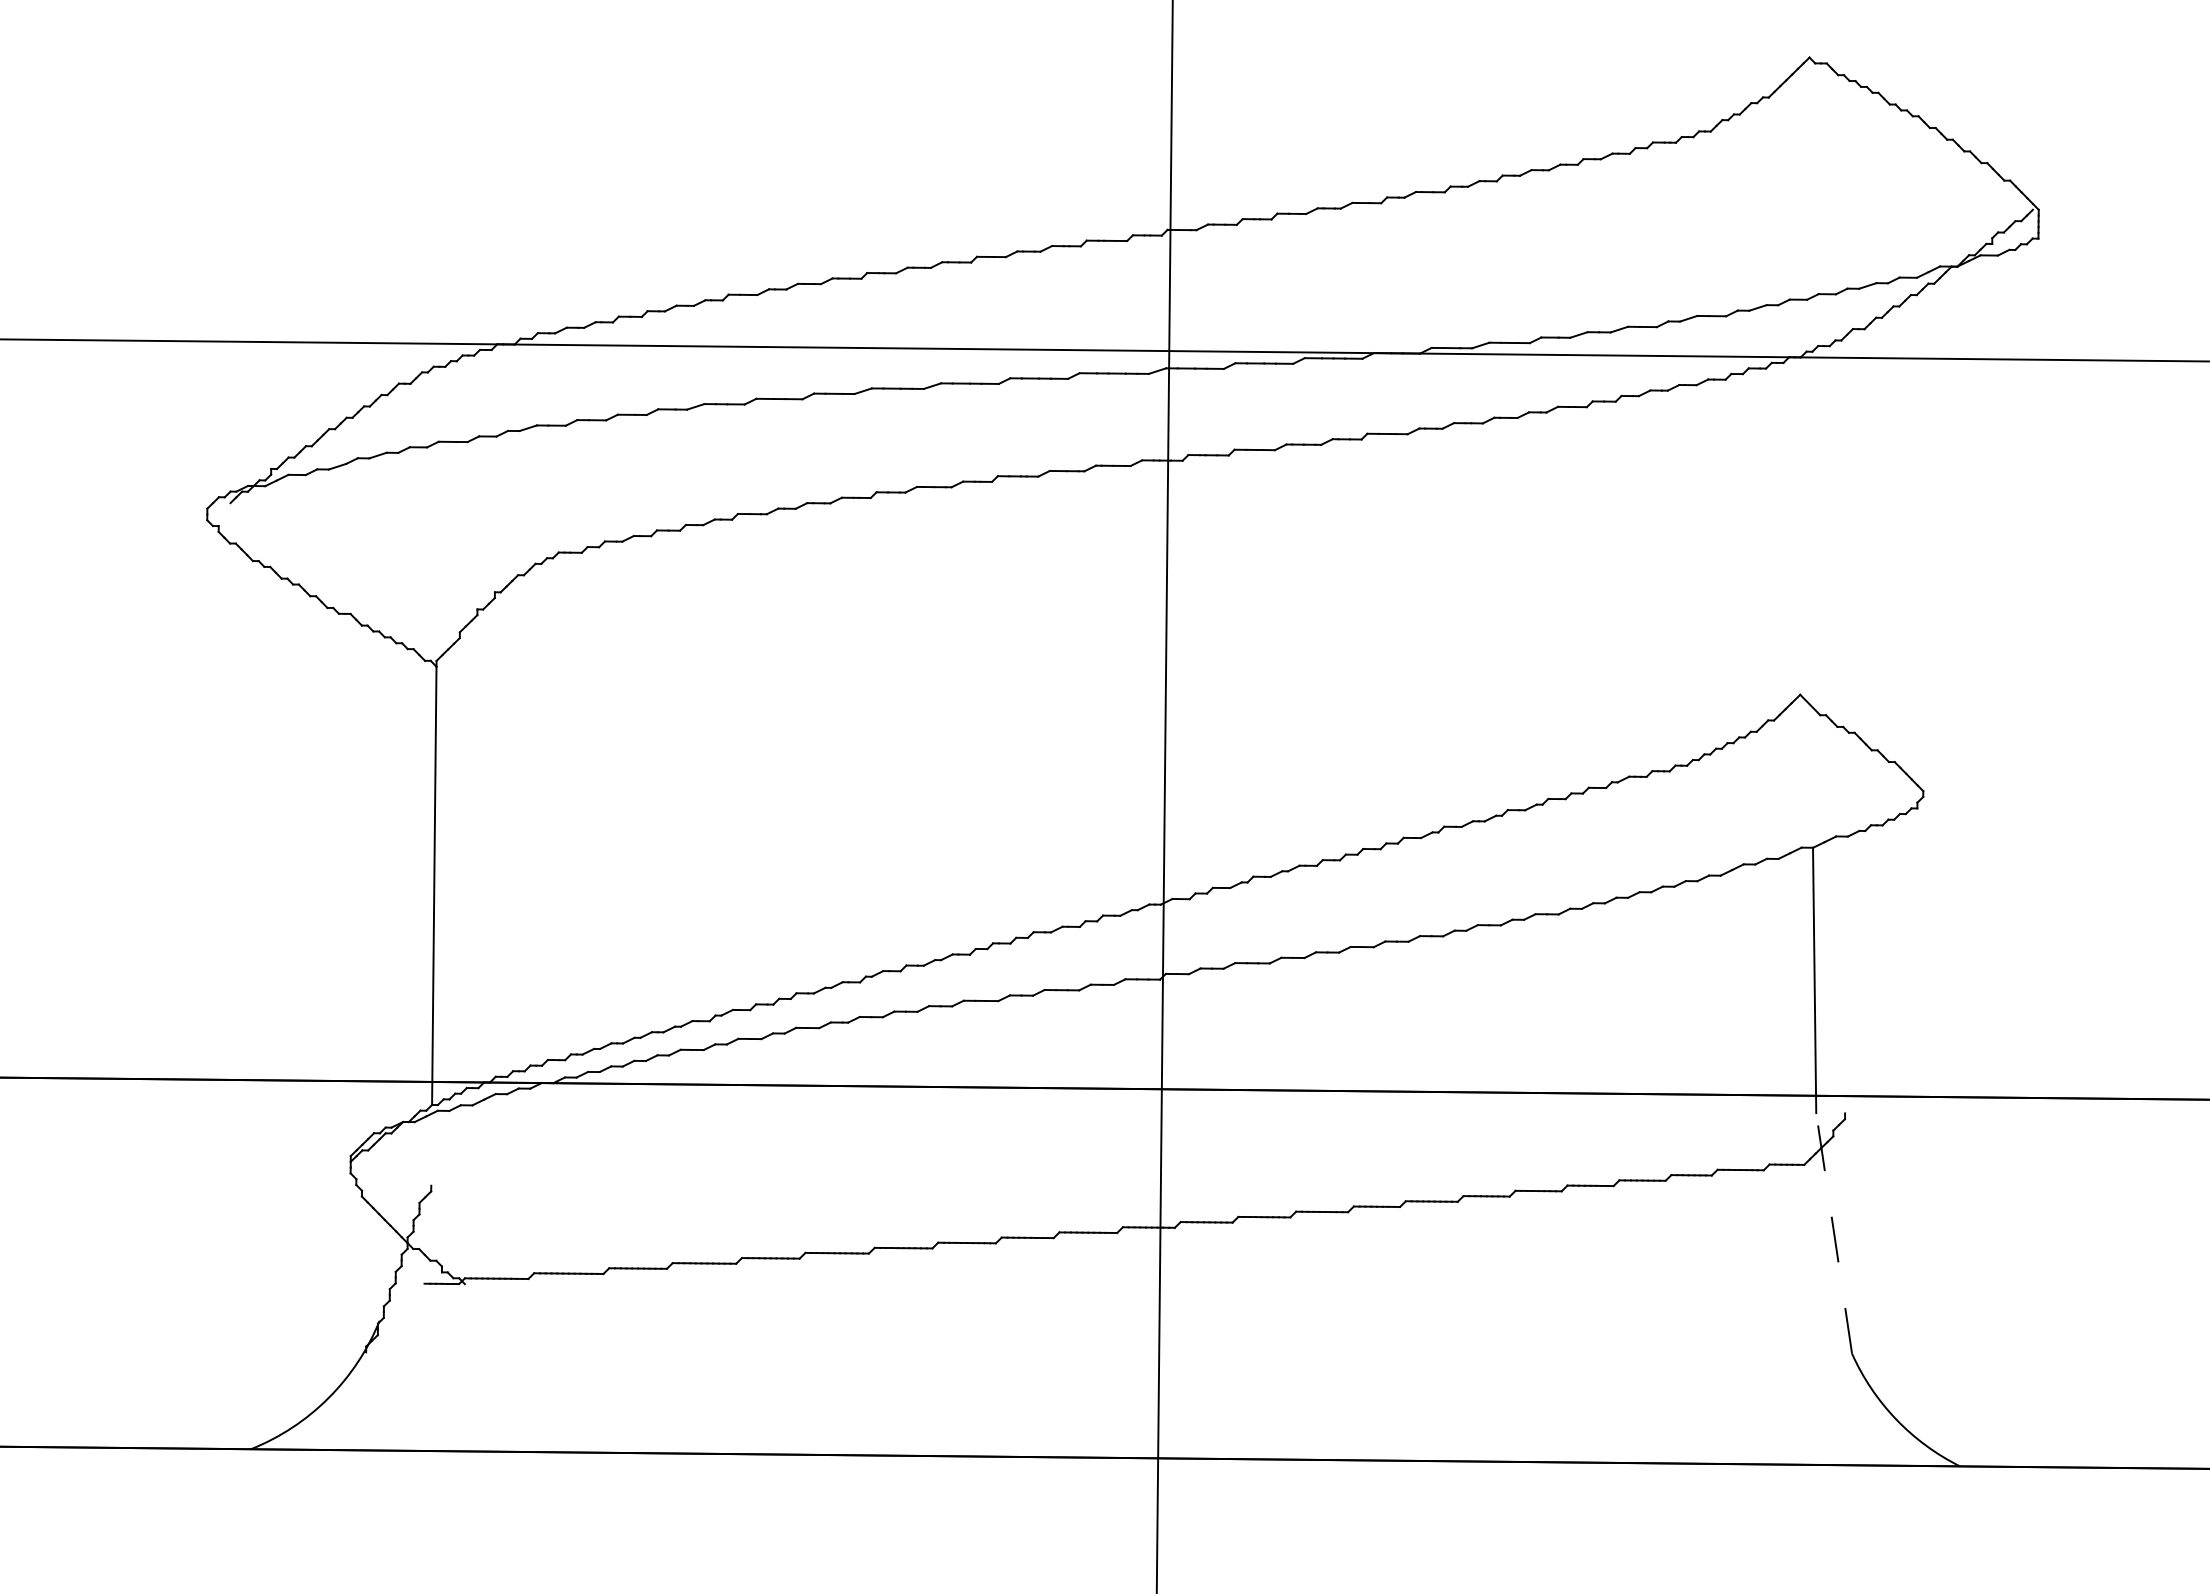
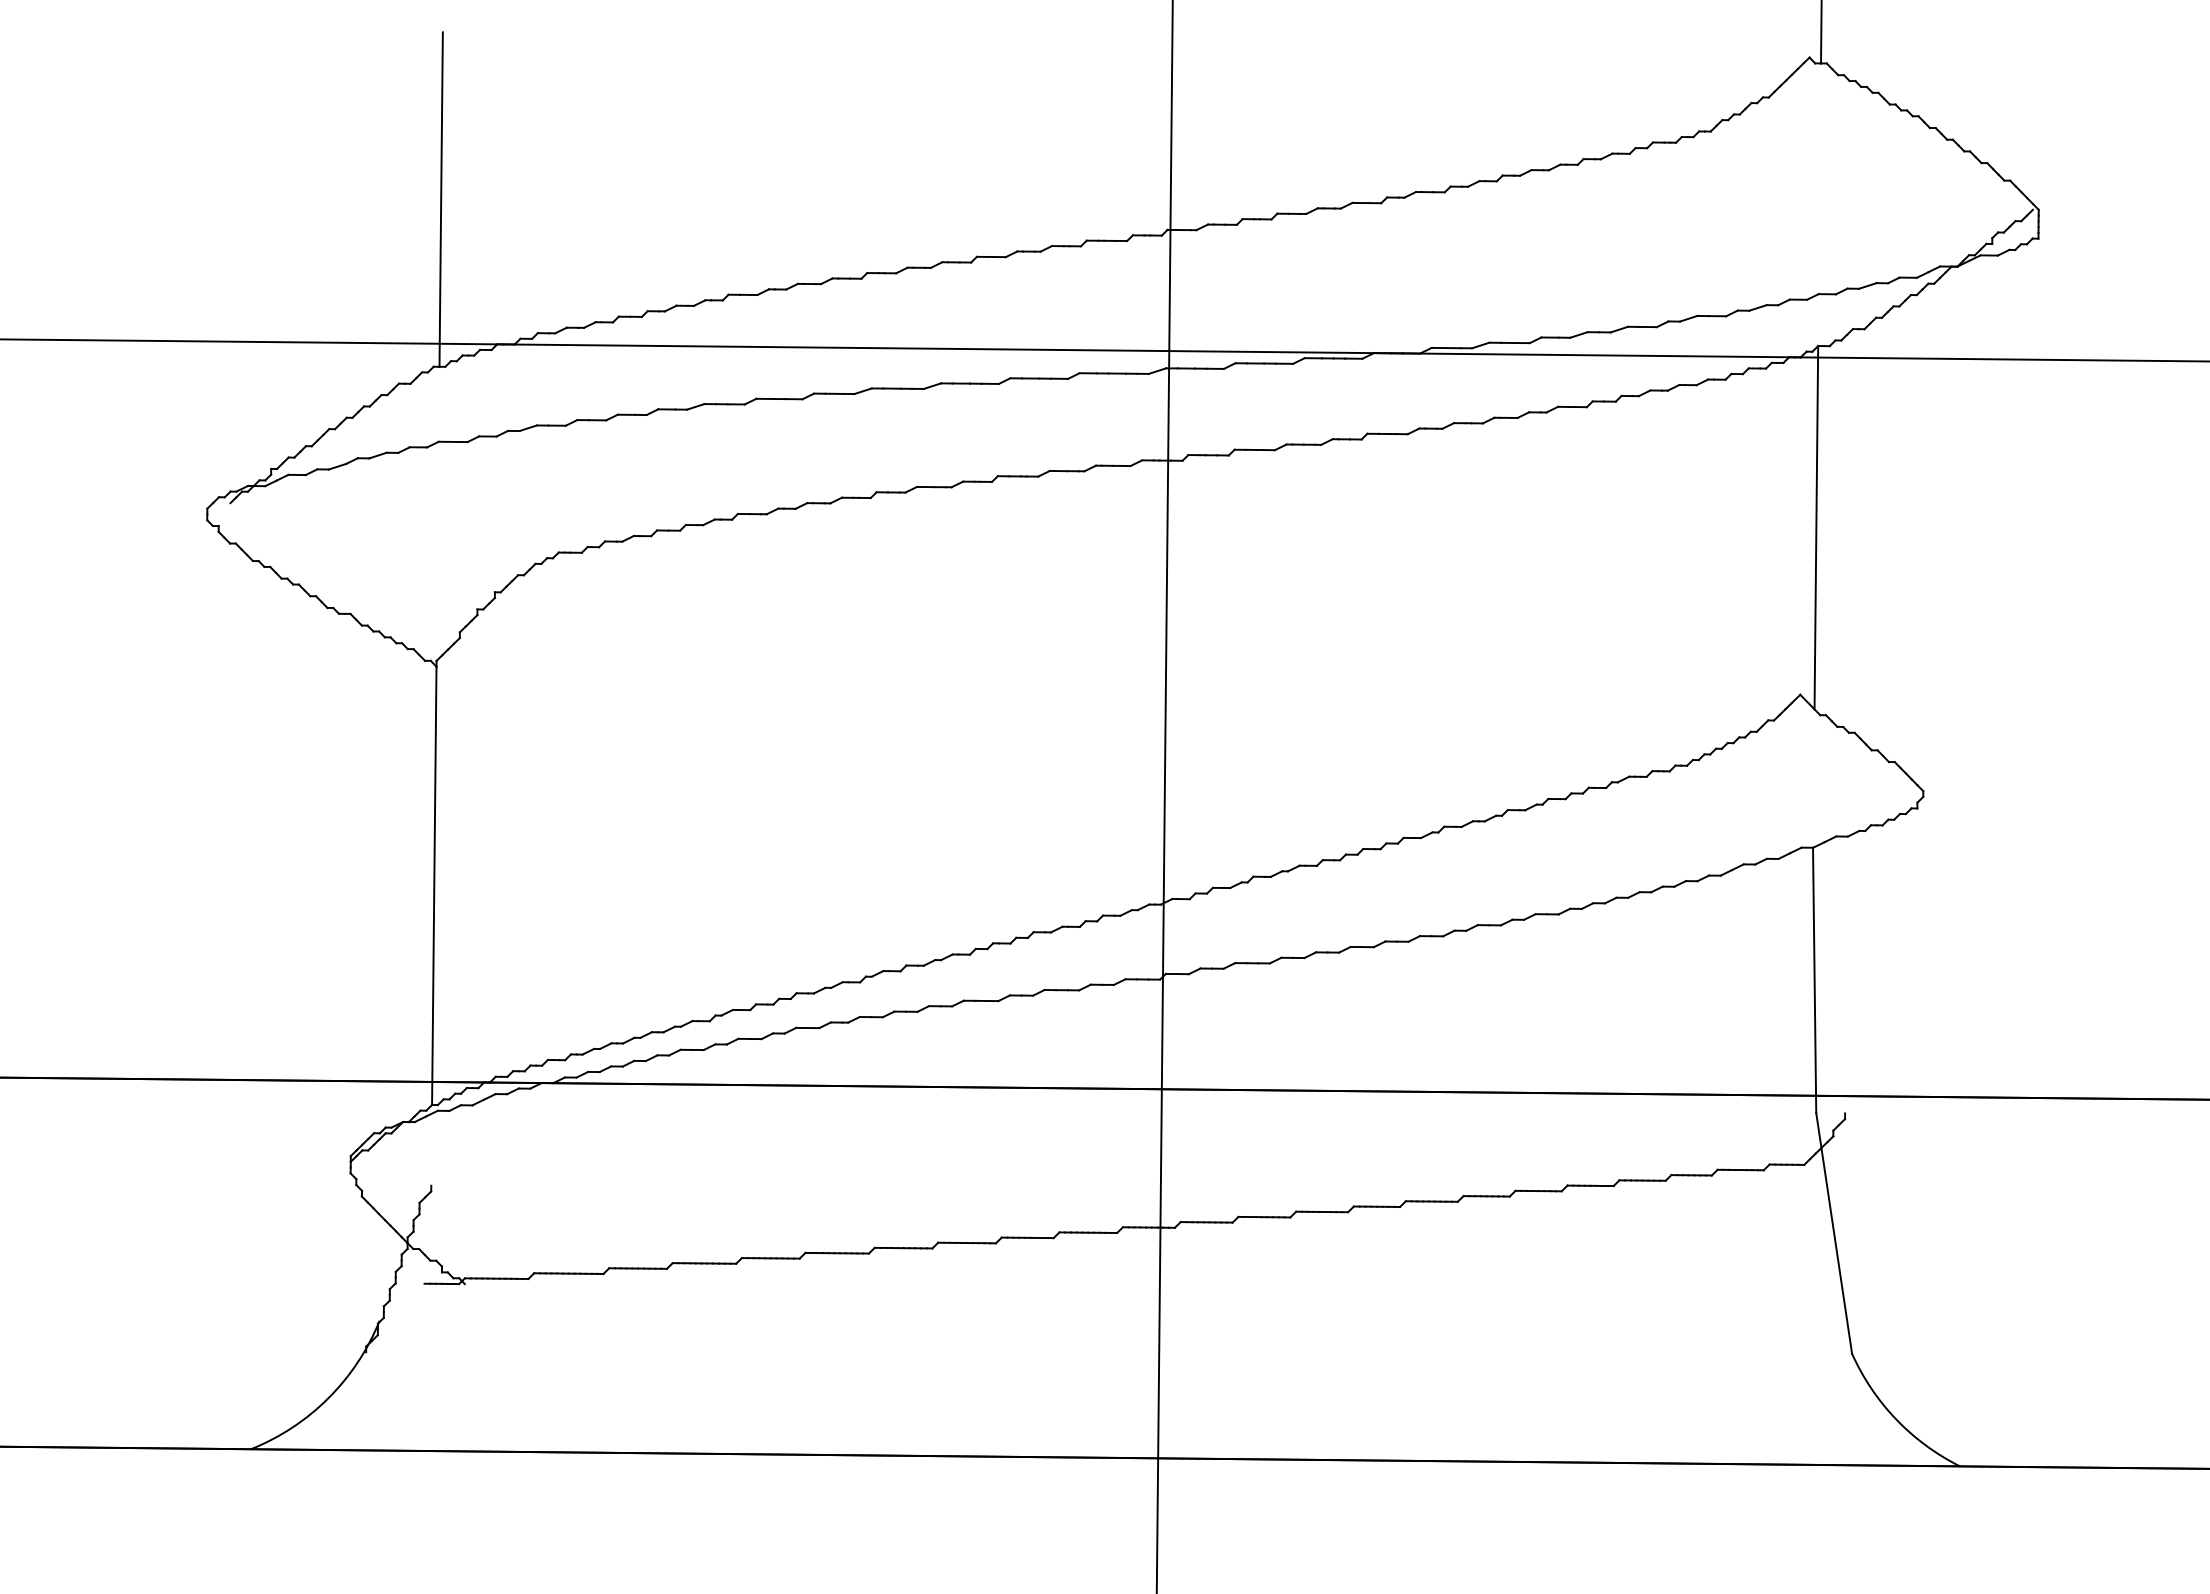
line at (1821, 32): none -> present
line at (440, 199): none -> present
line at (1816, 527): none -> present
line at (1834, 1233): dashed -> solid
